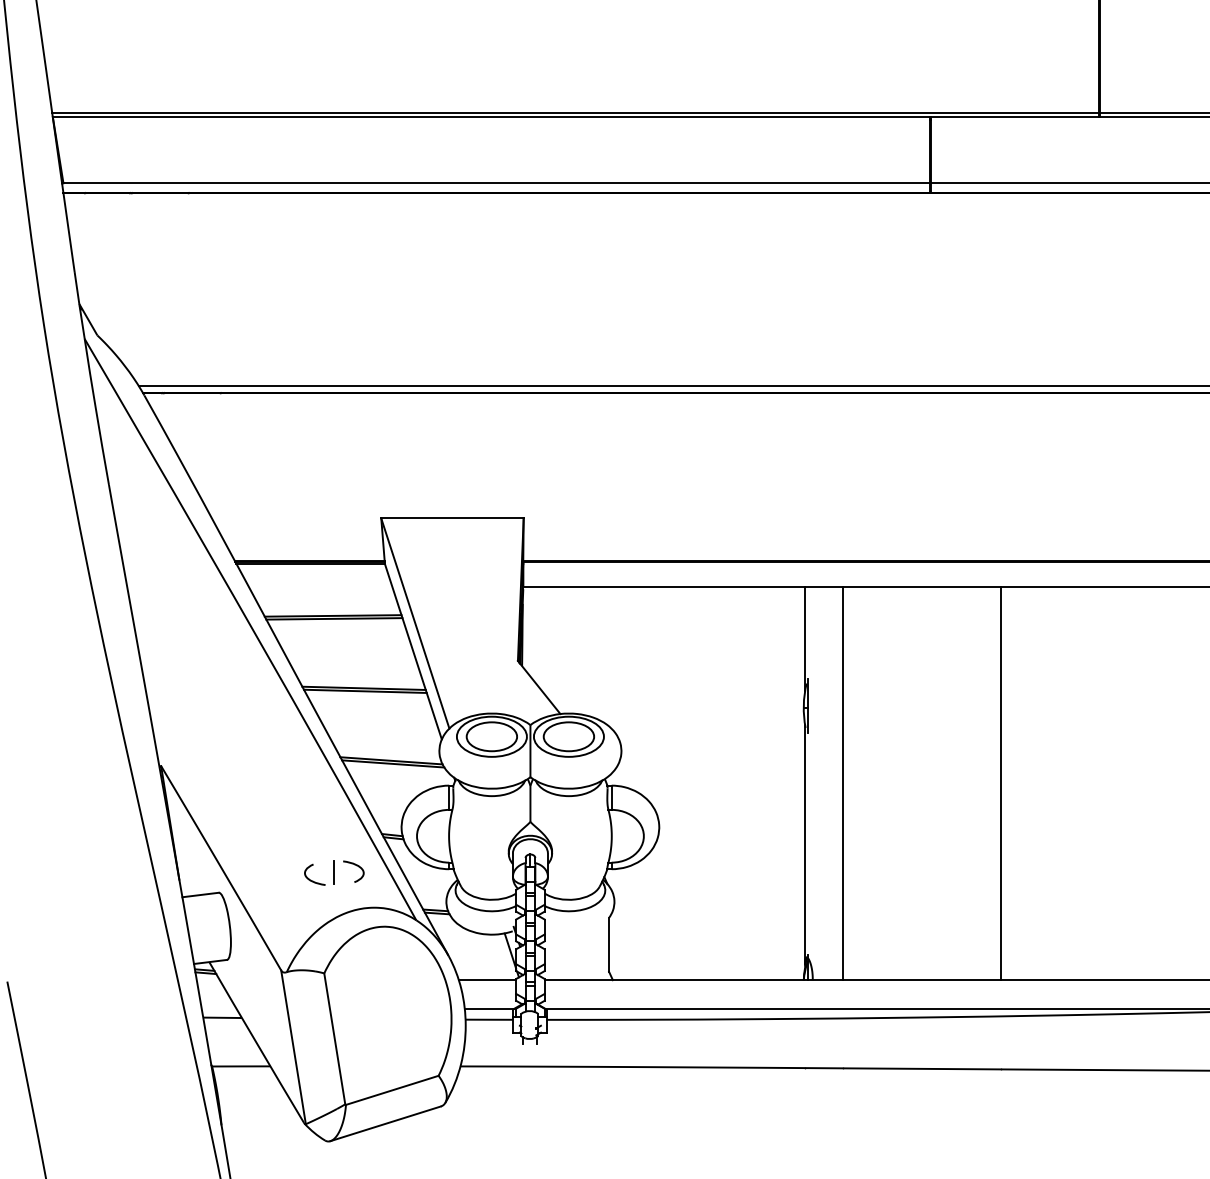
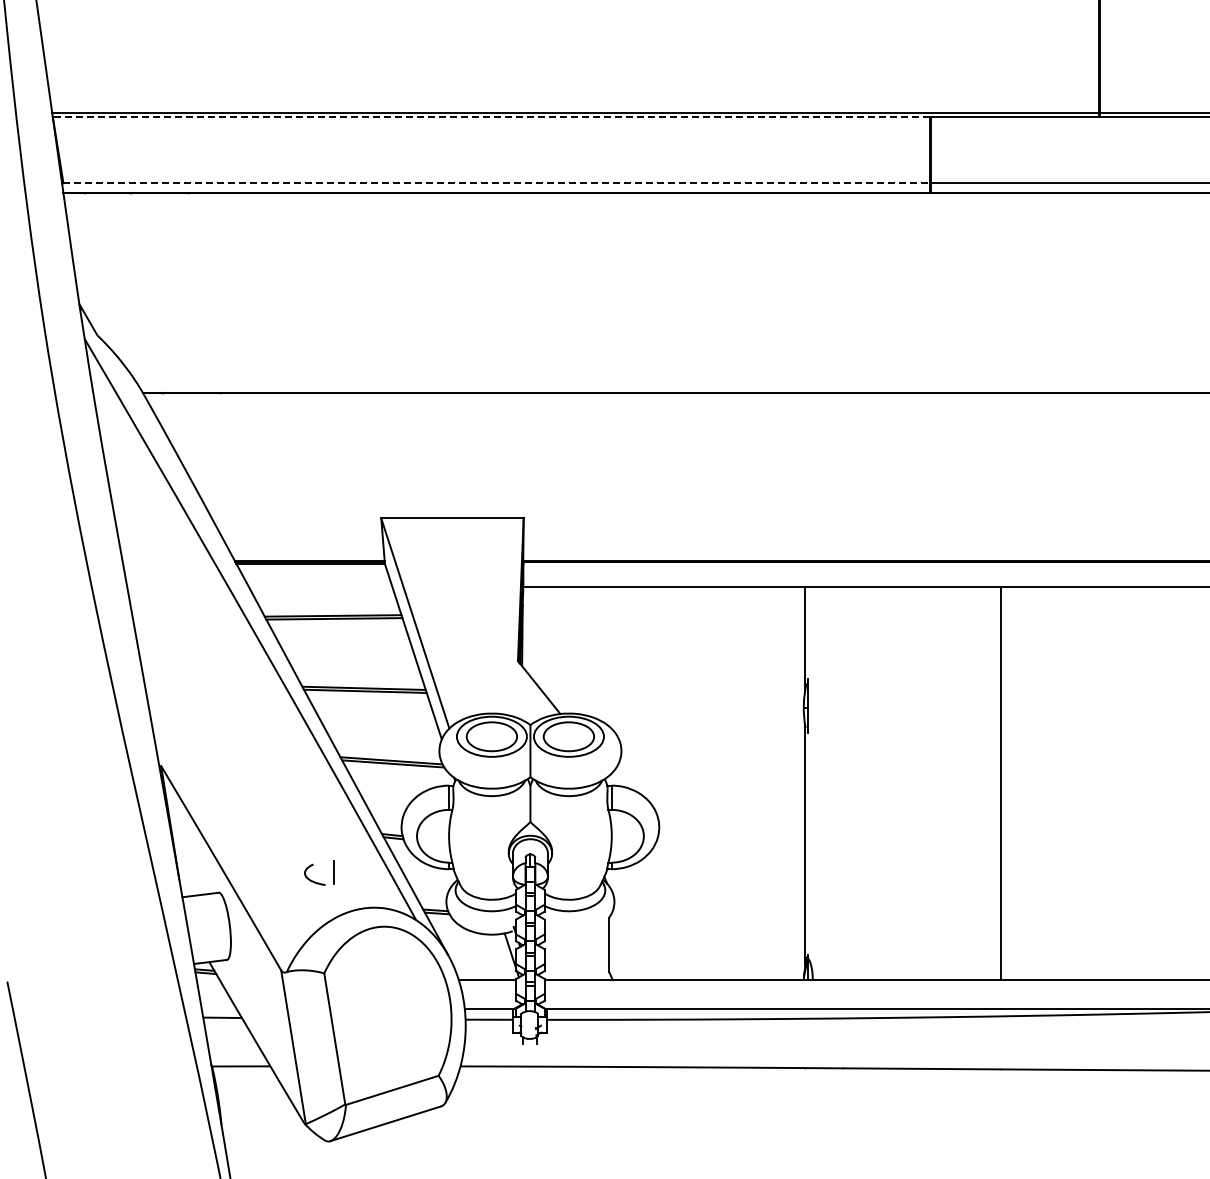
line at (490, 117): solid -> dashed
line at (497, 183): solid -> dashed
line at (672, 386): present -> none
line at (843, 783): present -> none
curve at (356, 866): present -> none
